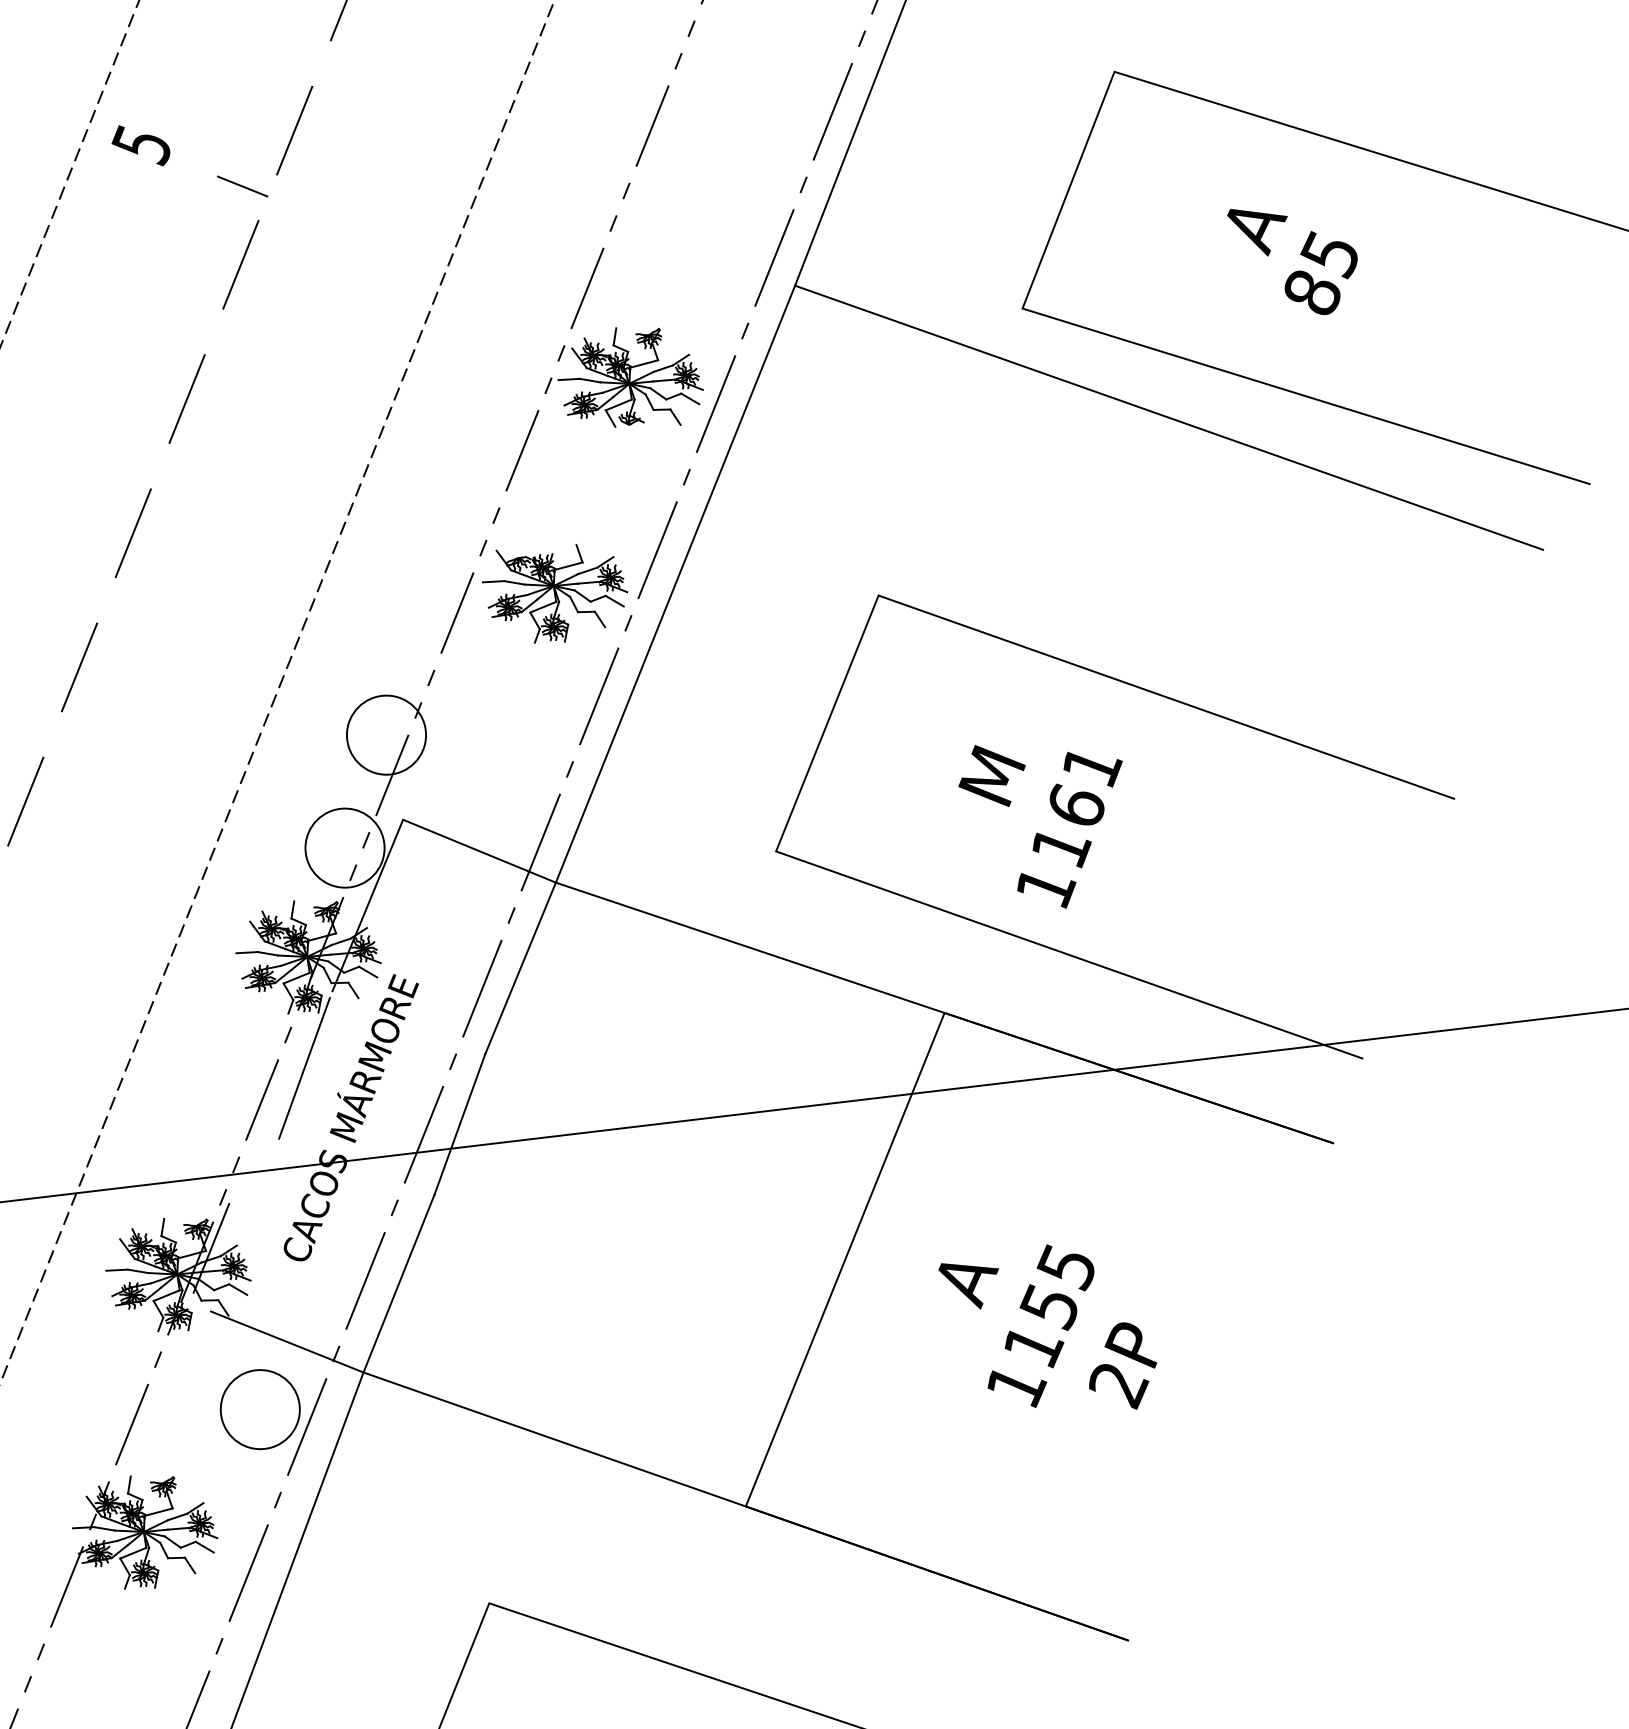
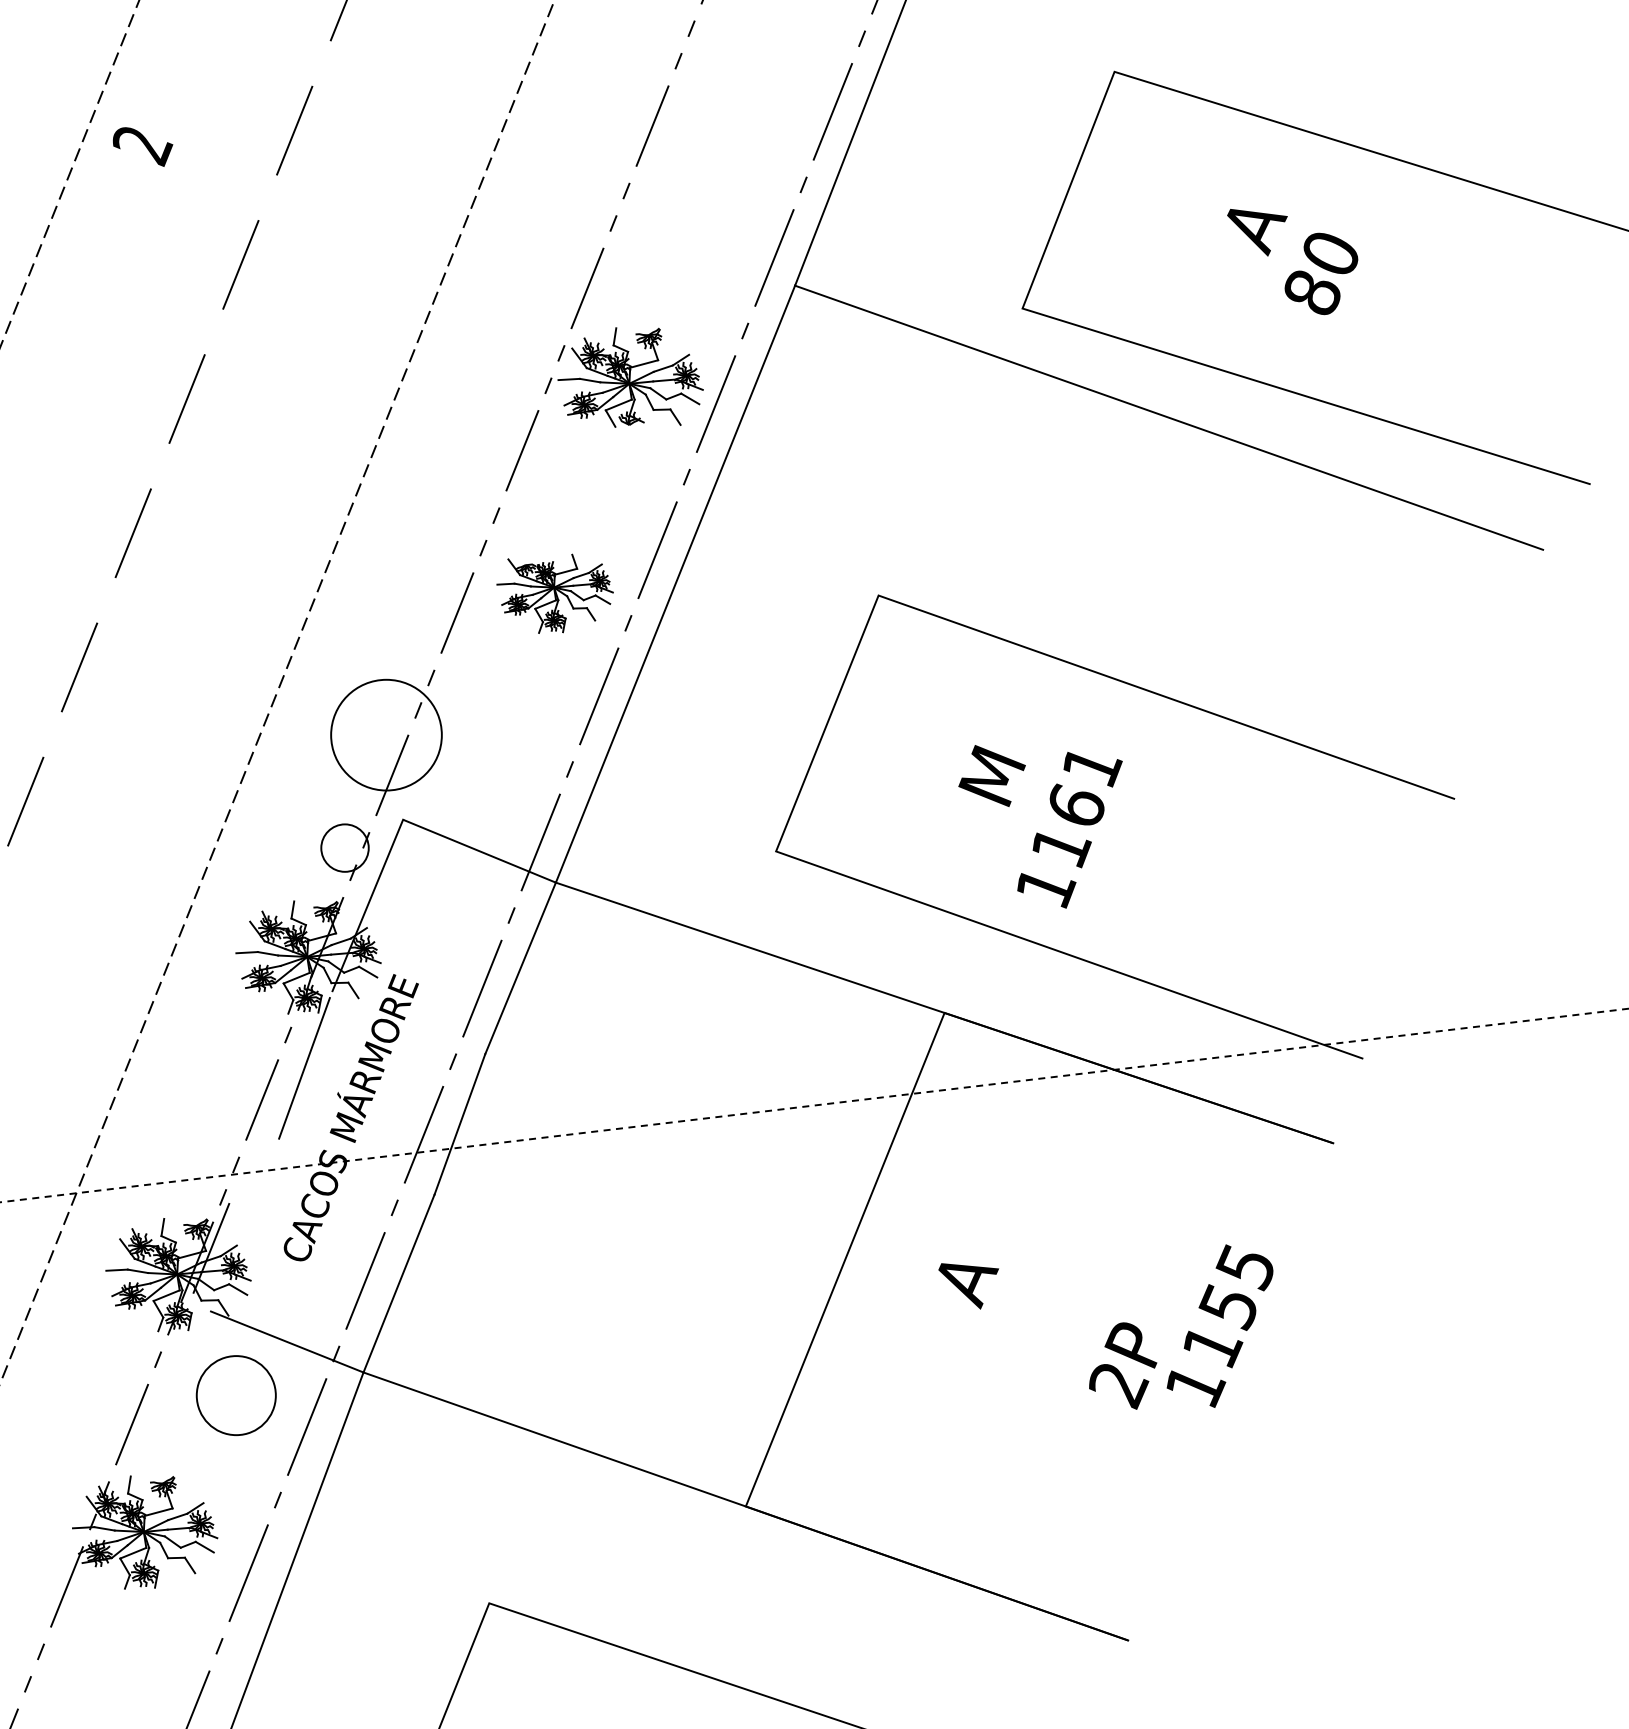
text at (142, 145): 5 -> 2
line at (242, 186): present -> none
text at (1329, 255): 85 -> 80
part at (555, 593) size: 147x100 px -> 118x81 px
circle at (386, 734) diameter: 79 px -> 111 px
circle at (344, 847) diameter: 79 px -> 47 px
line at (814, 1105): solid -> dashed
text at (1040, 1325) position: (1040, 1325) -> (1219, 1325)
circle at (259, 1409) position: (259, 1409) -> (235, 1395)
